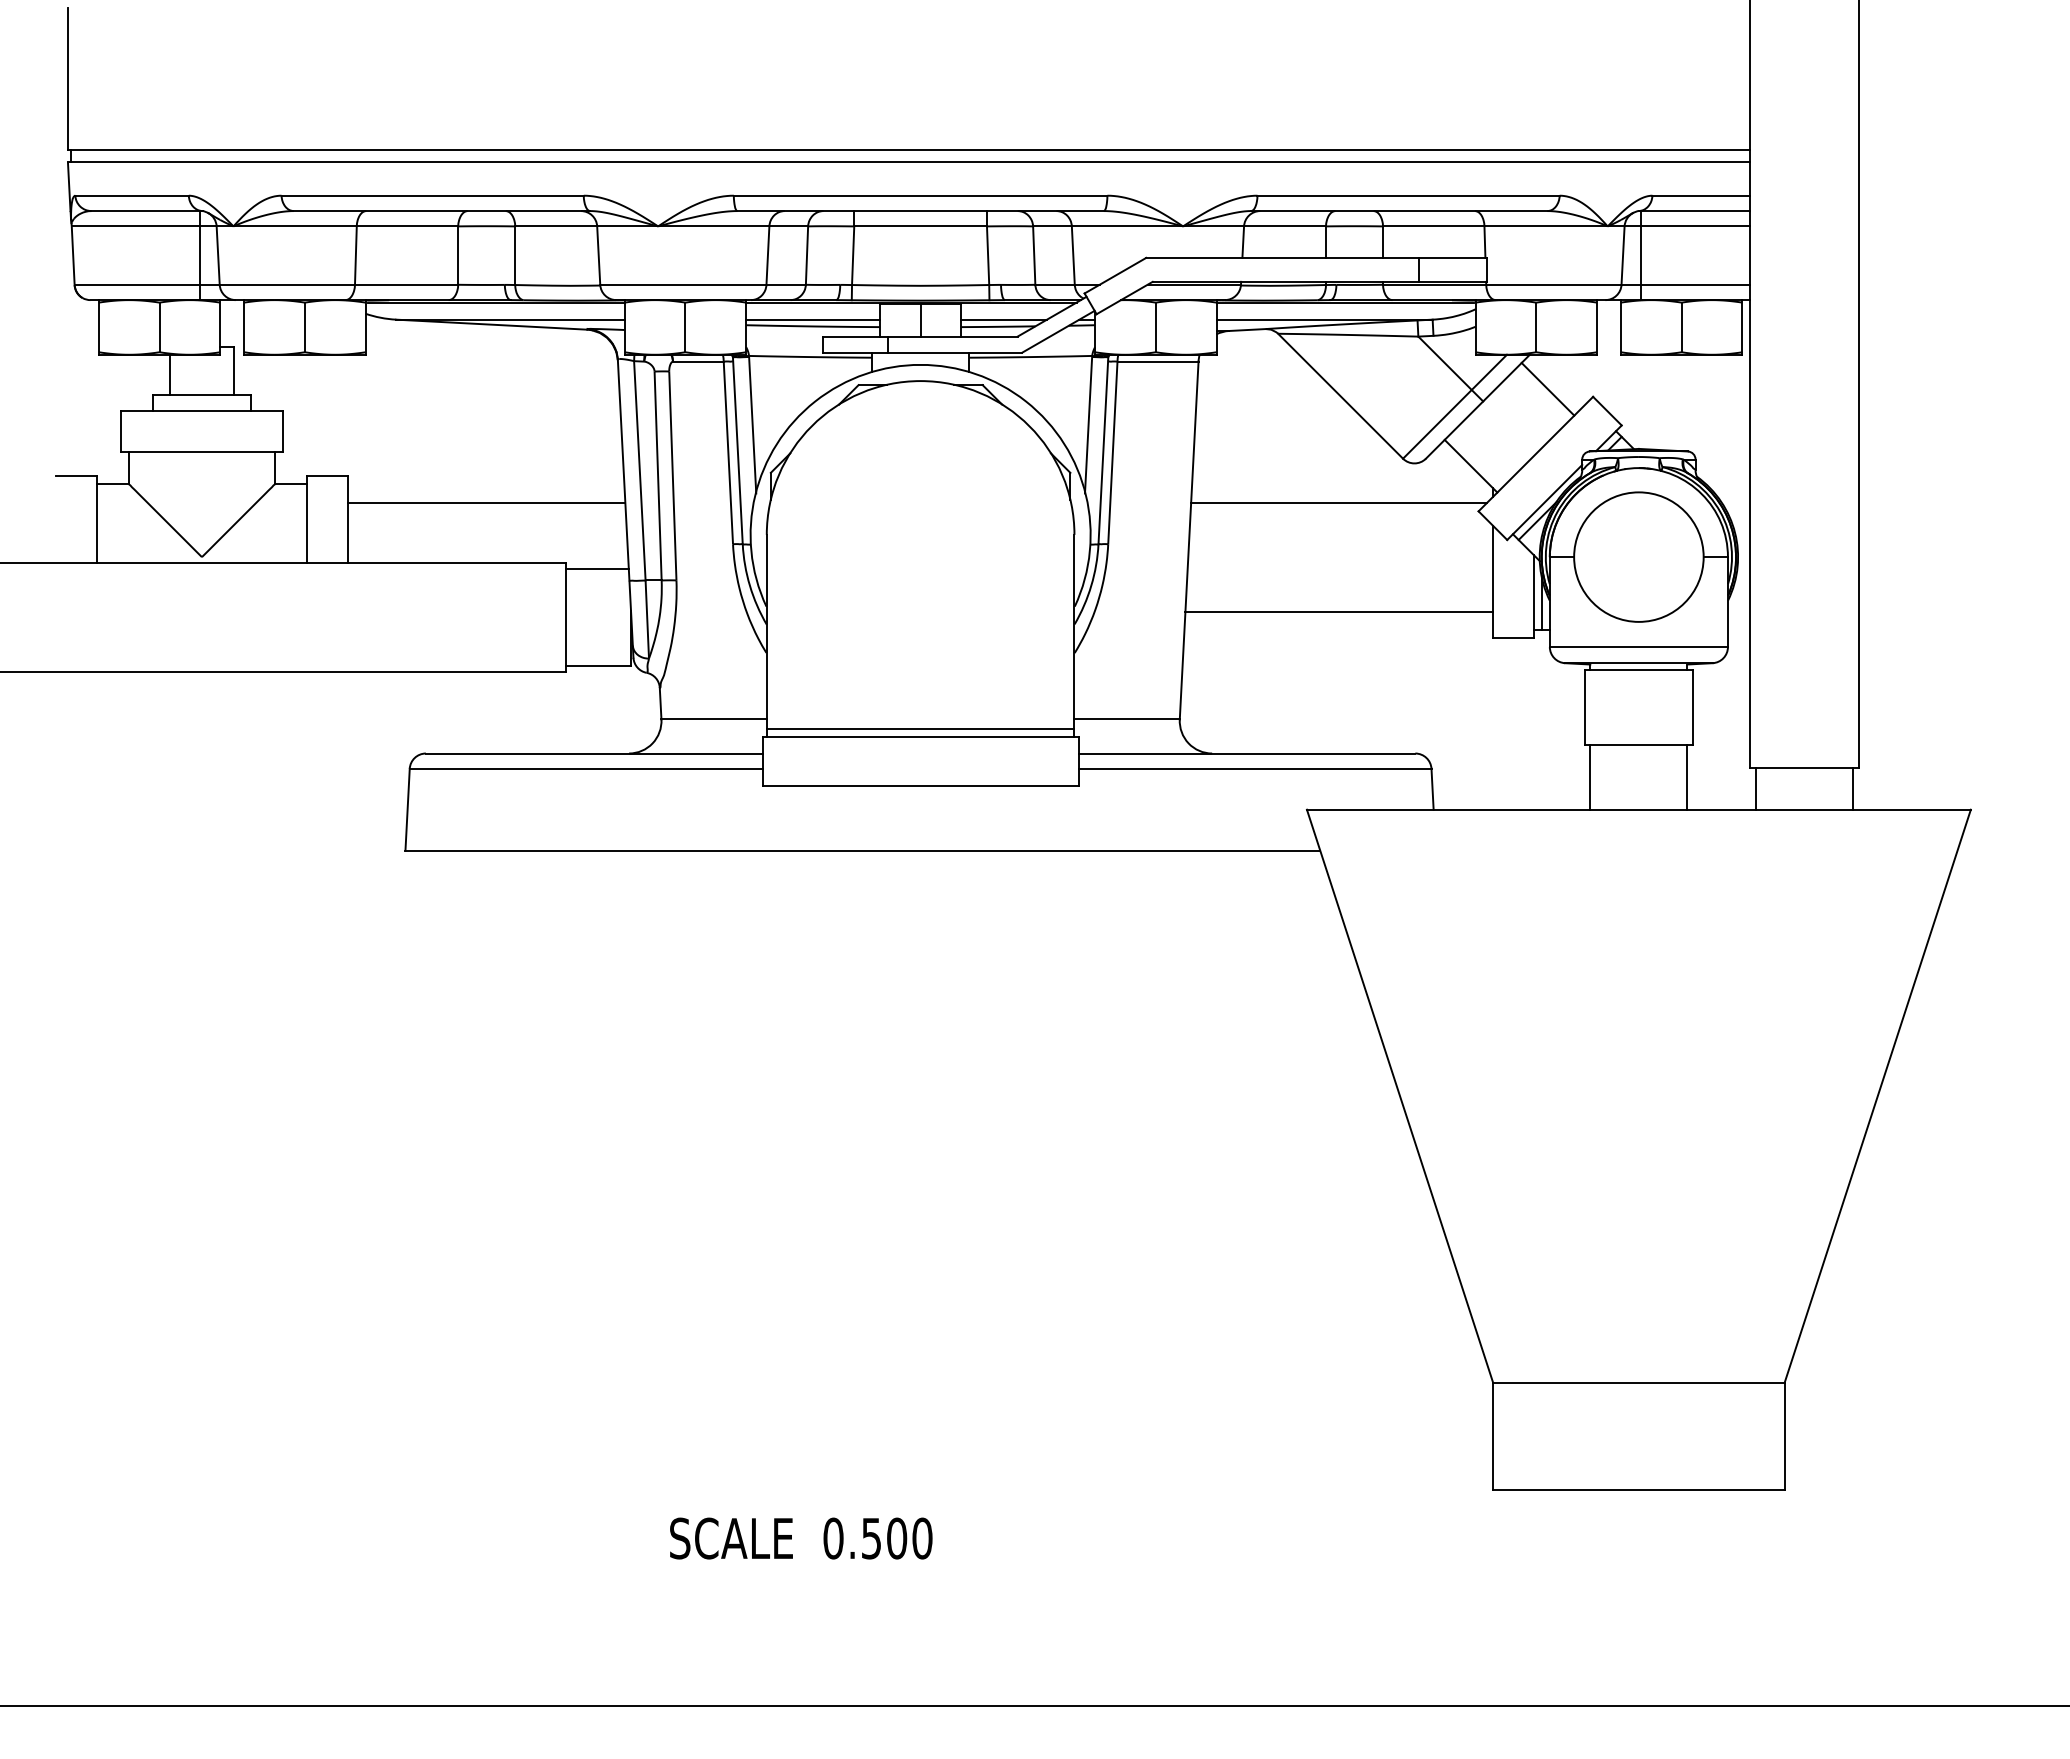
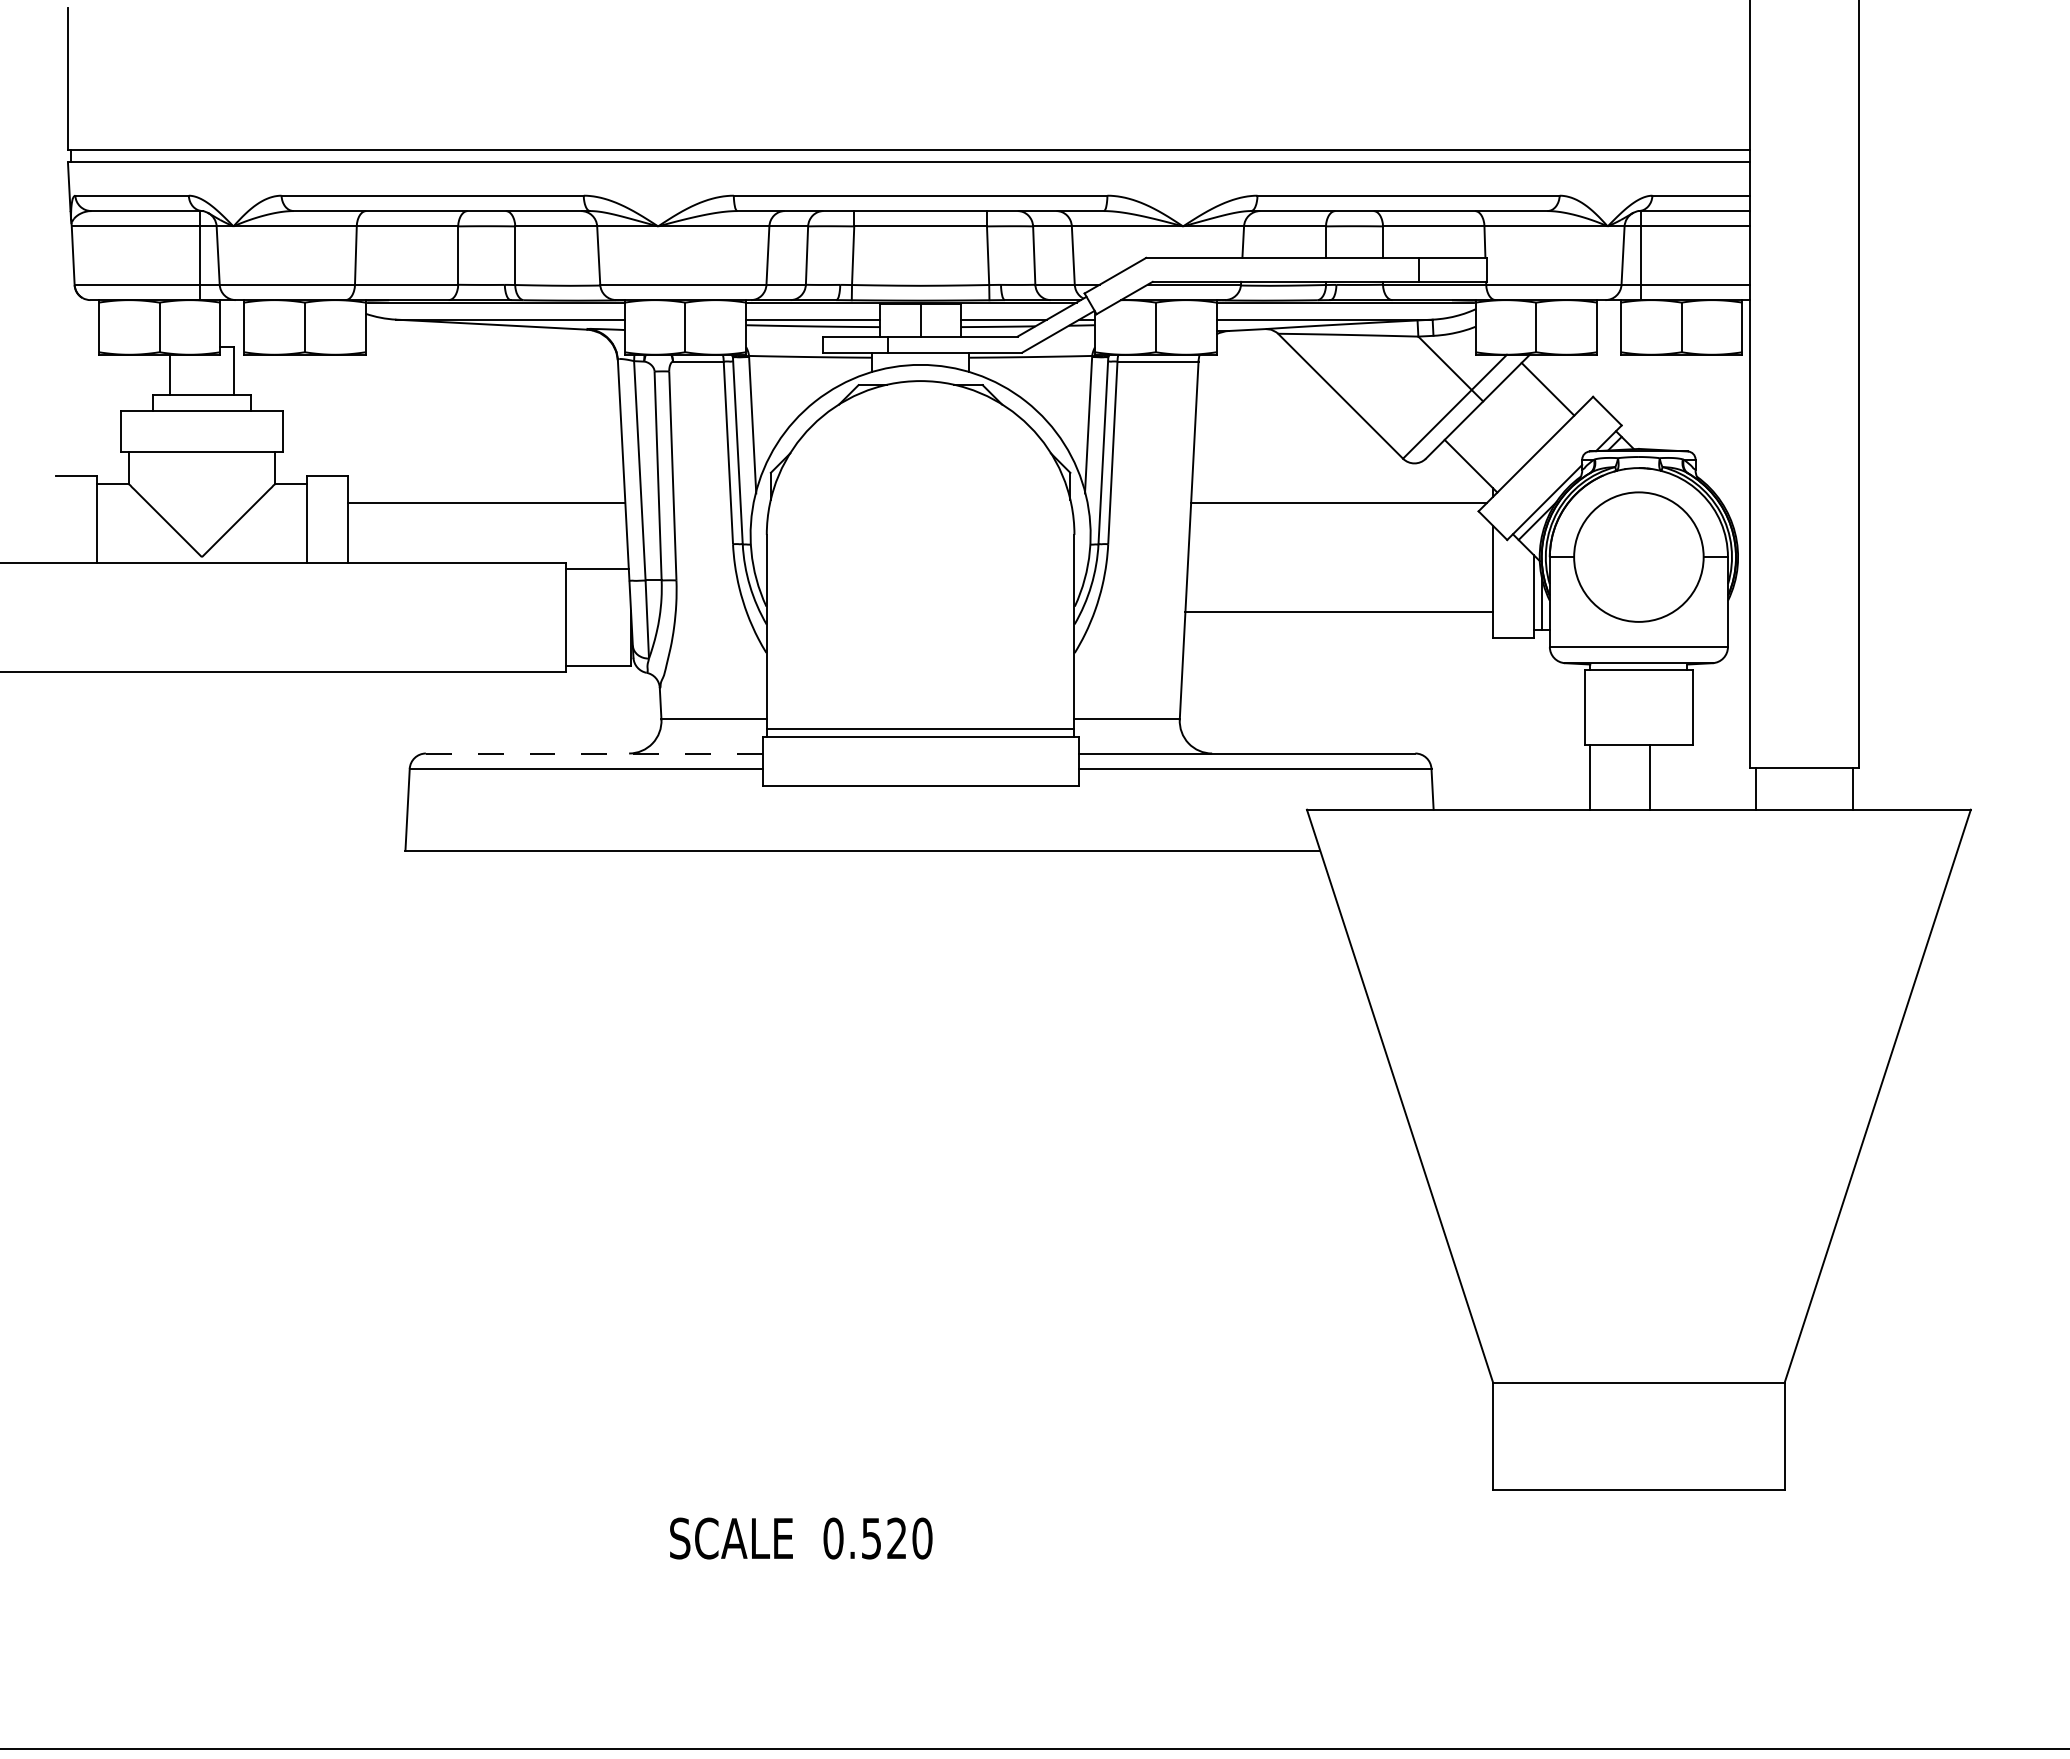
line at (593, 753): solid -> dashed
line at (1687, 776) position: (1687, 776) -> (1650, 776)
text at (897, 1538): 0.500 -> 0.520
line at (1034, 1706) position: (1034, 1706) -> (1034, 1749)
